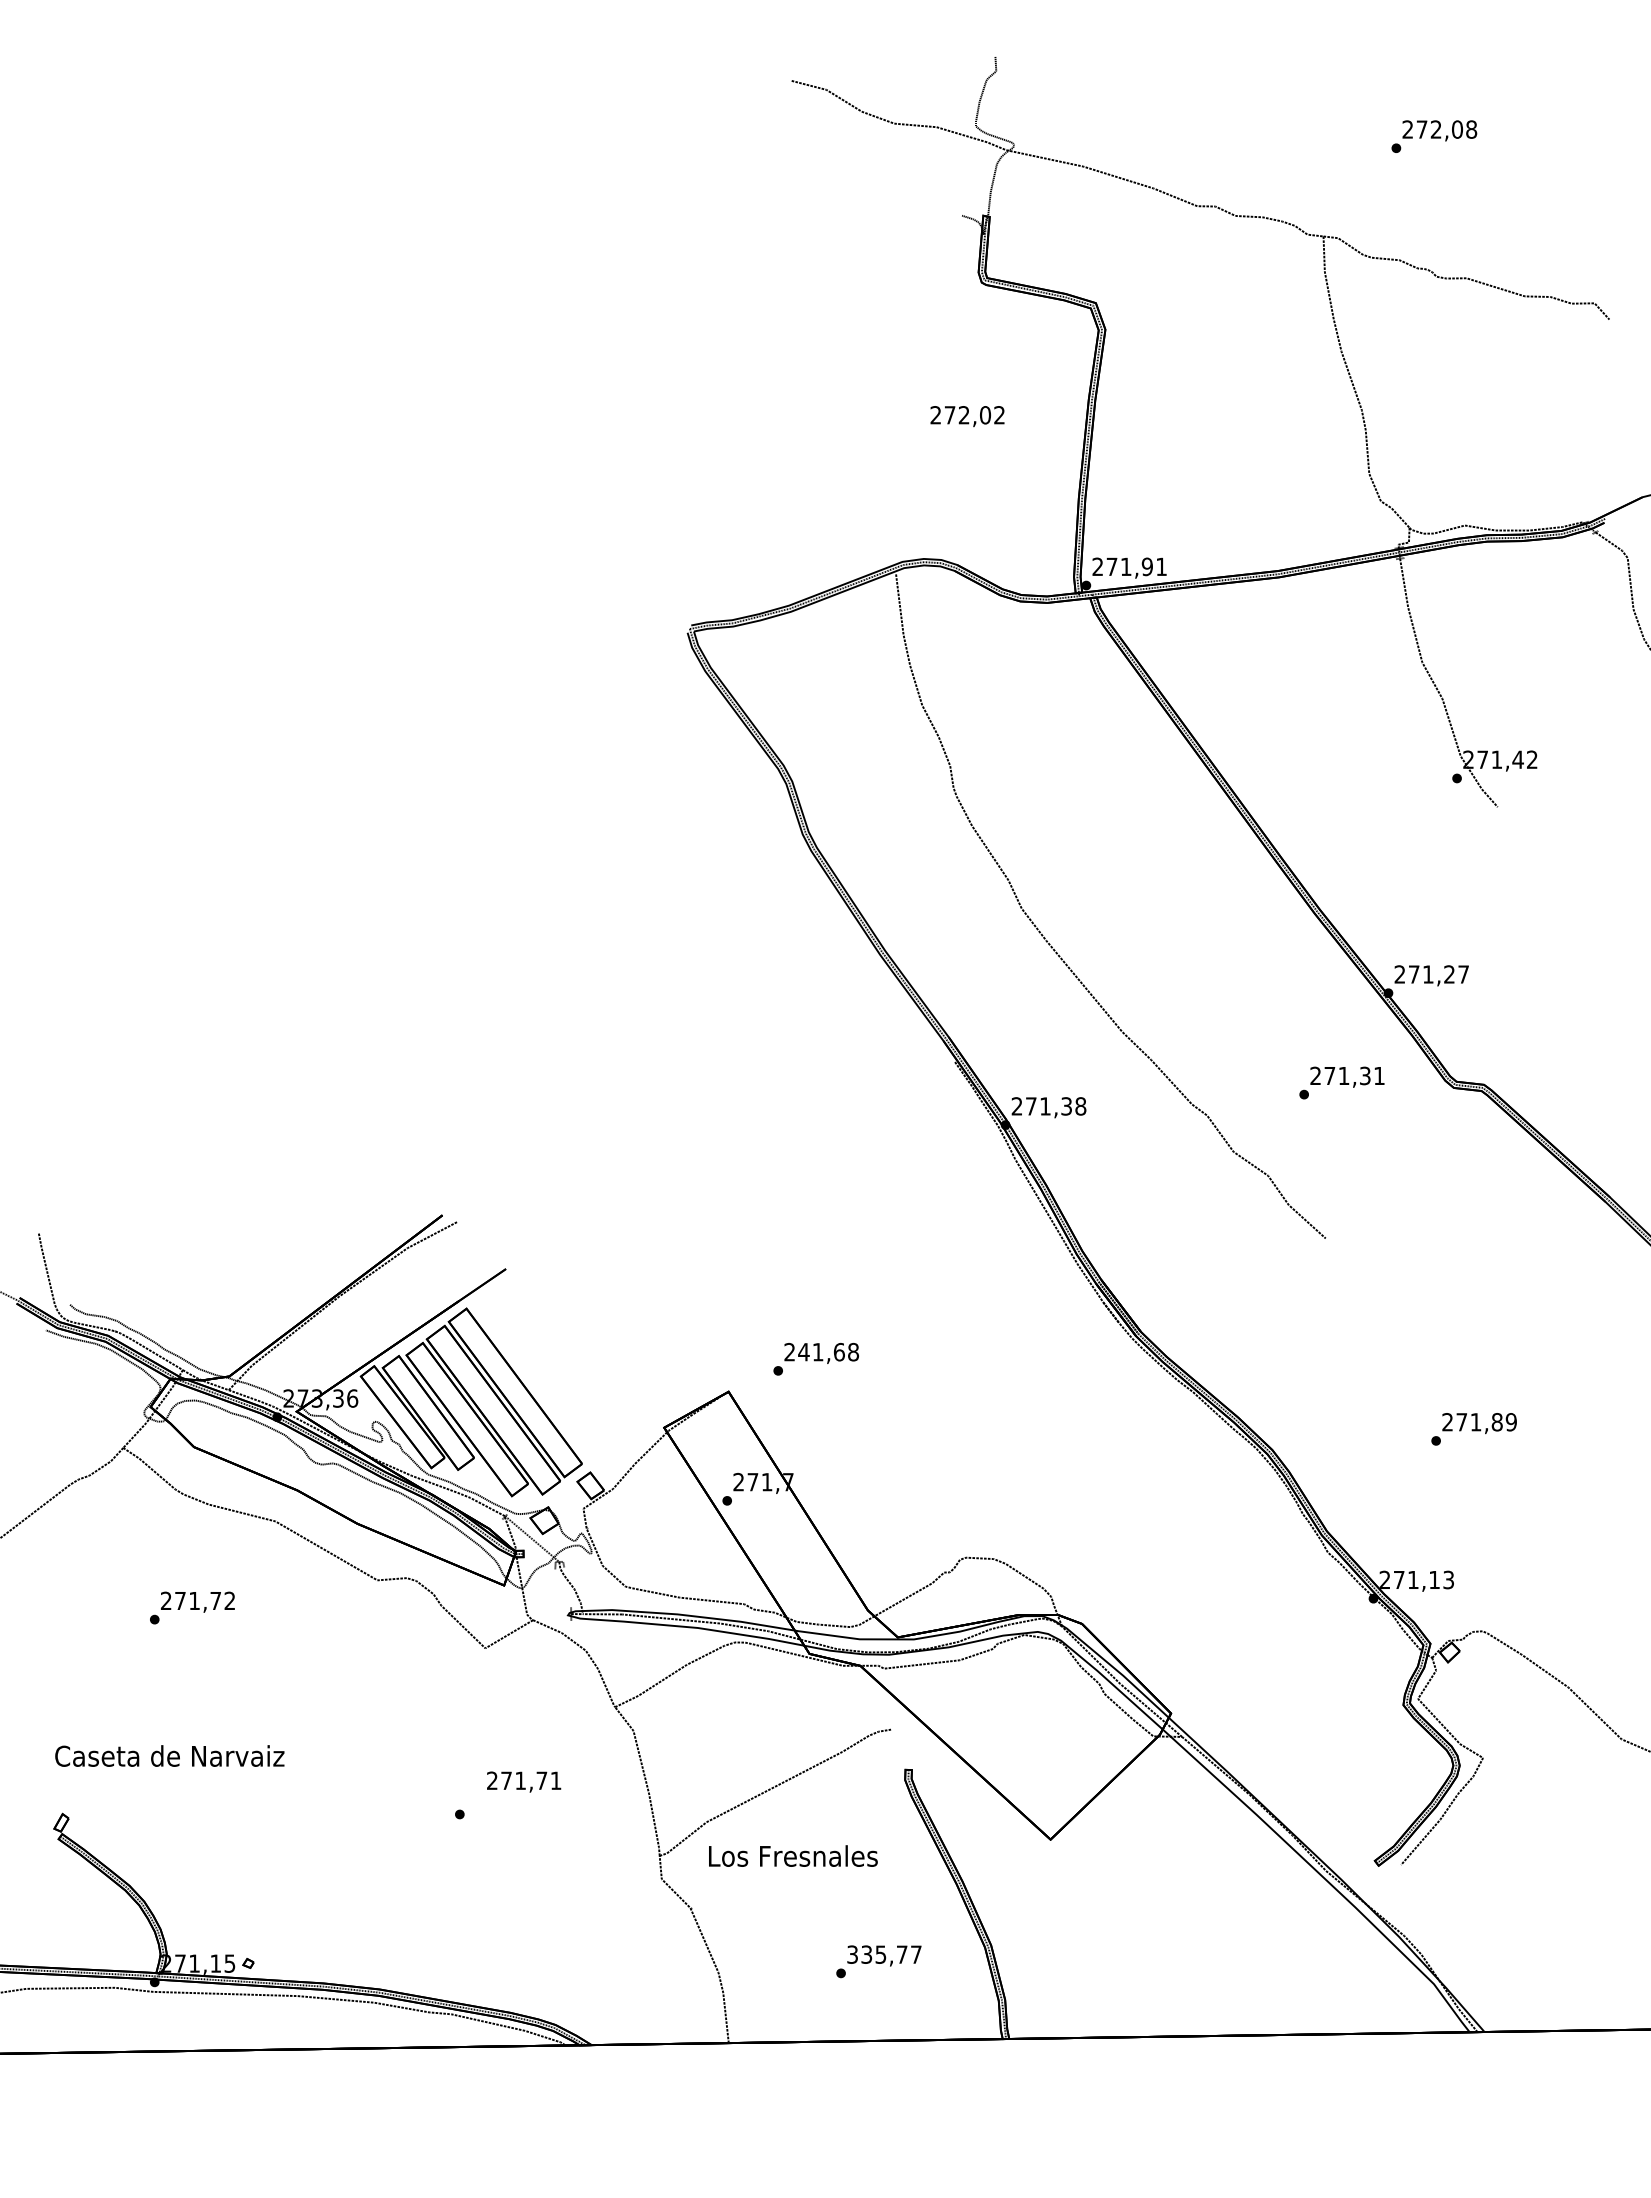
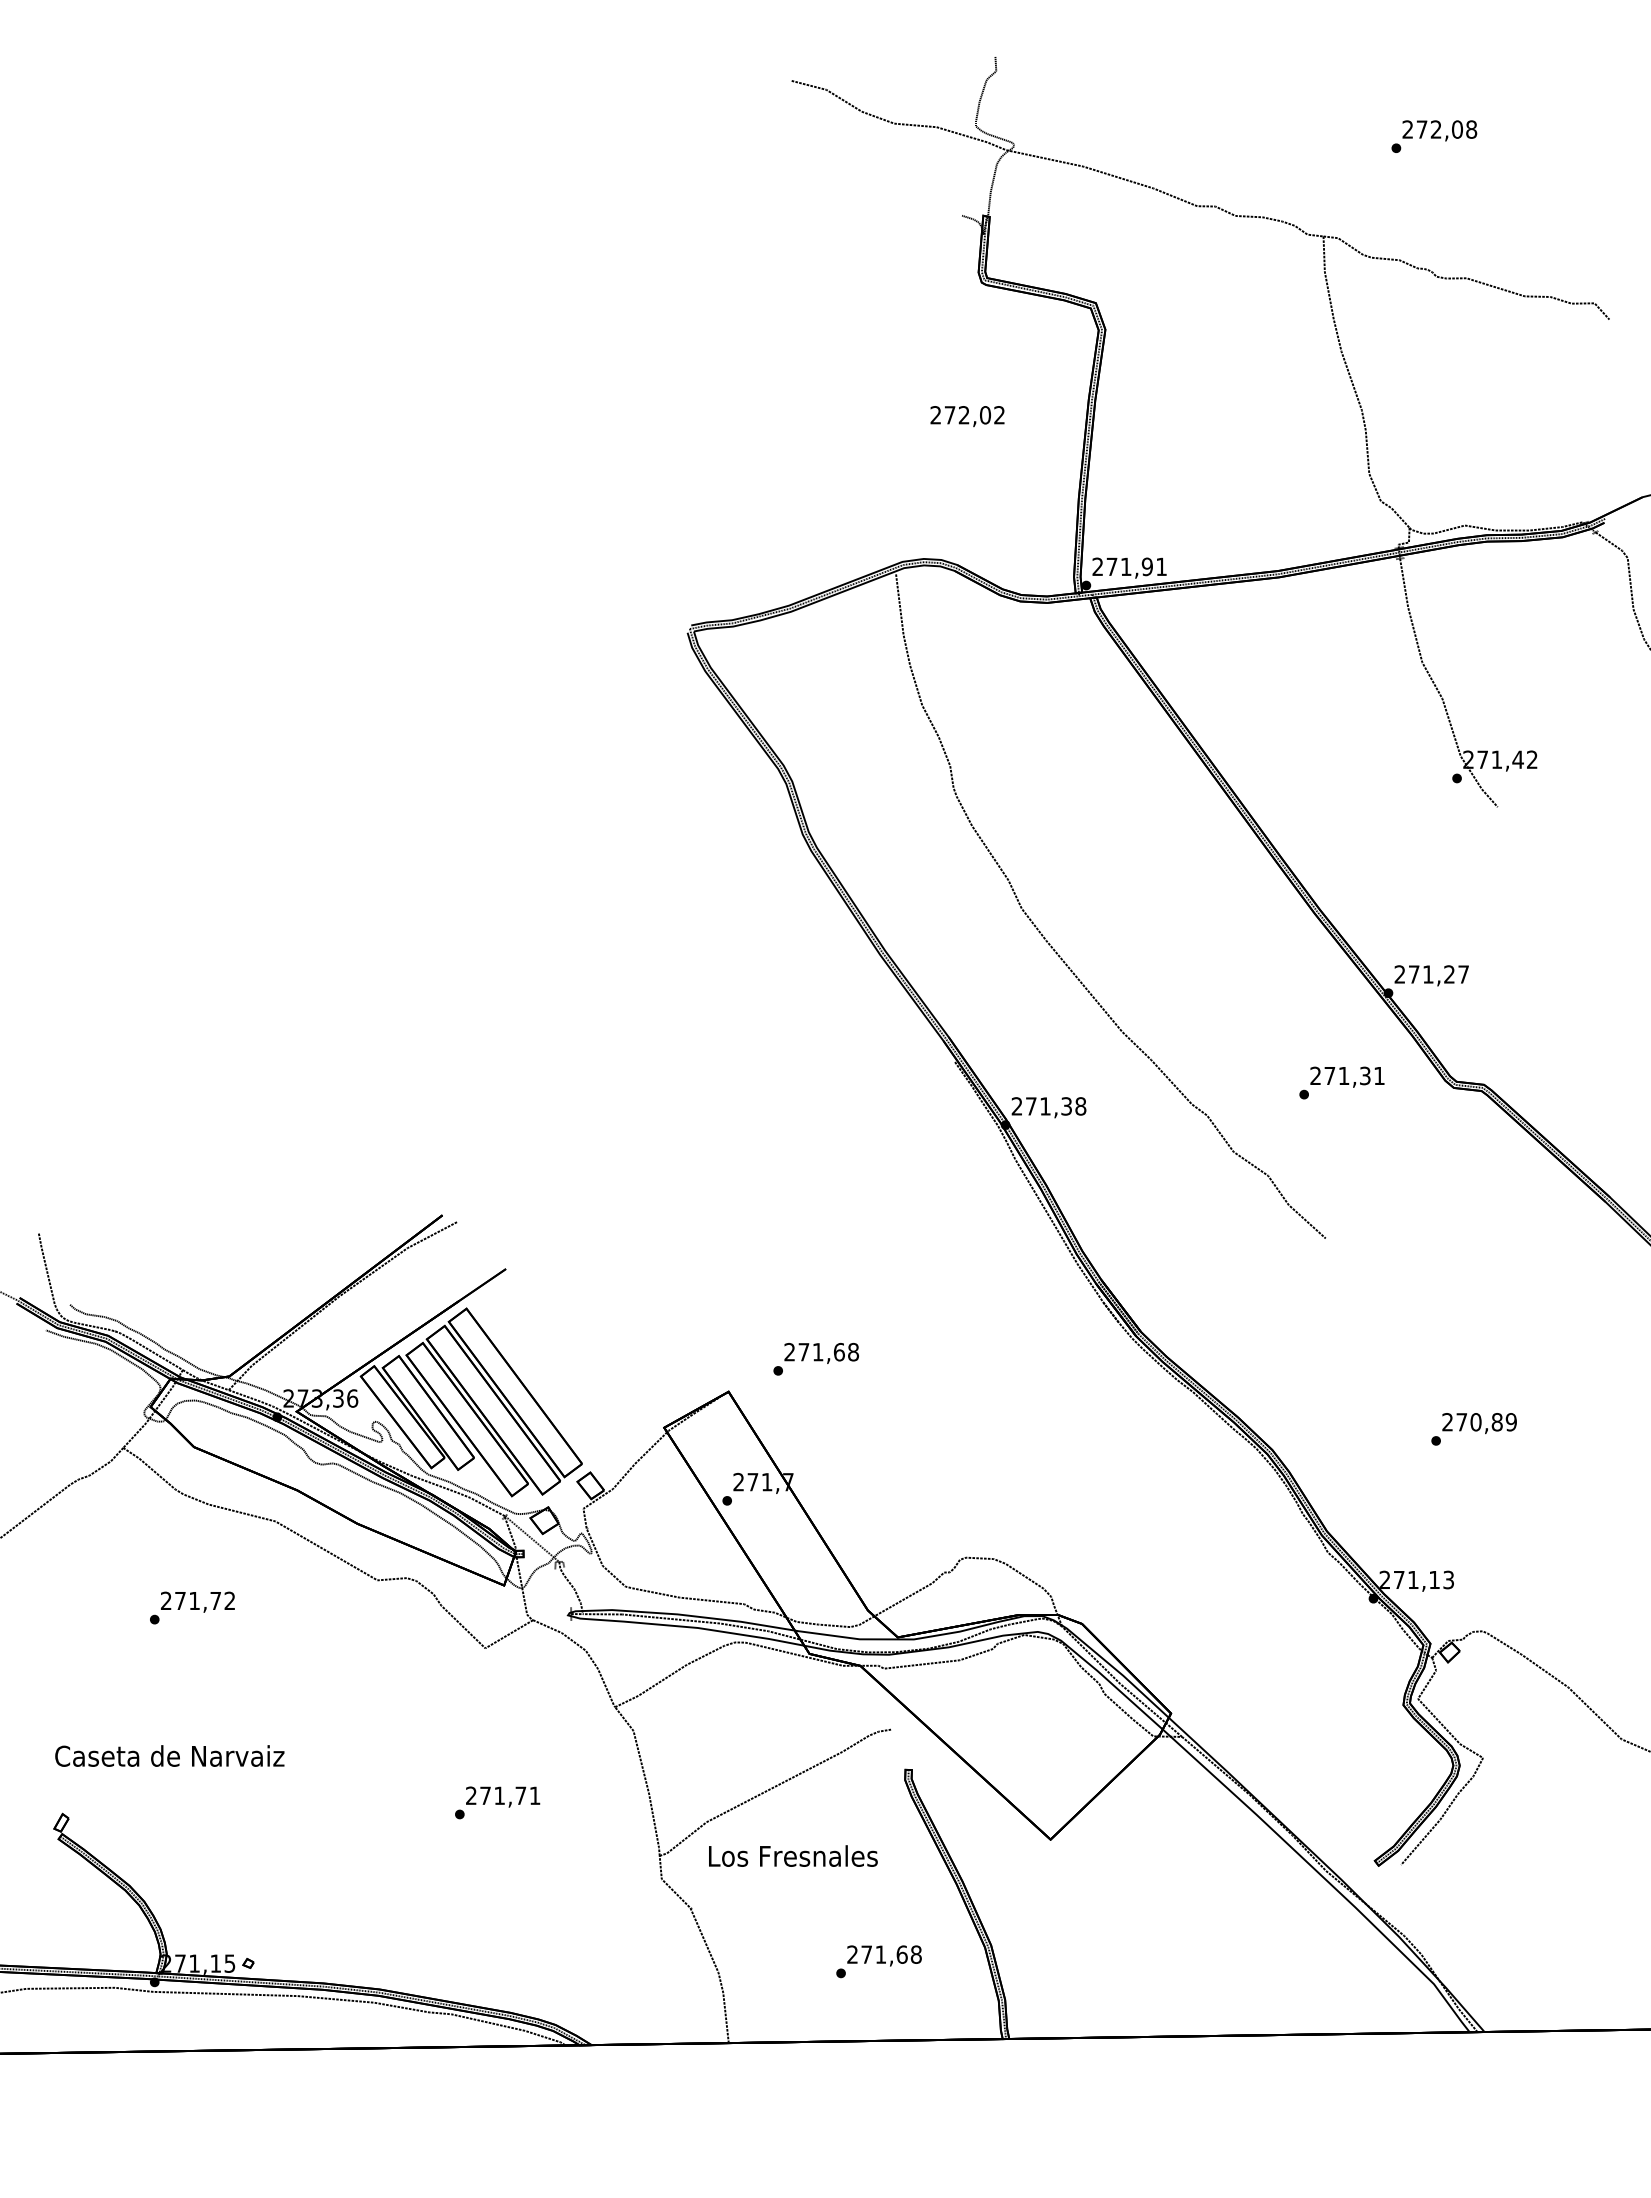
text at (803, 1352): 241,68 -> 271,68
text at (1475, 1422): 271,89 -> 270,89
text at (524, 1781) position: (524, 1781) -> (503, 1796)
text at (884, 1954): 335,77 -> 271,68
